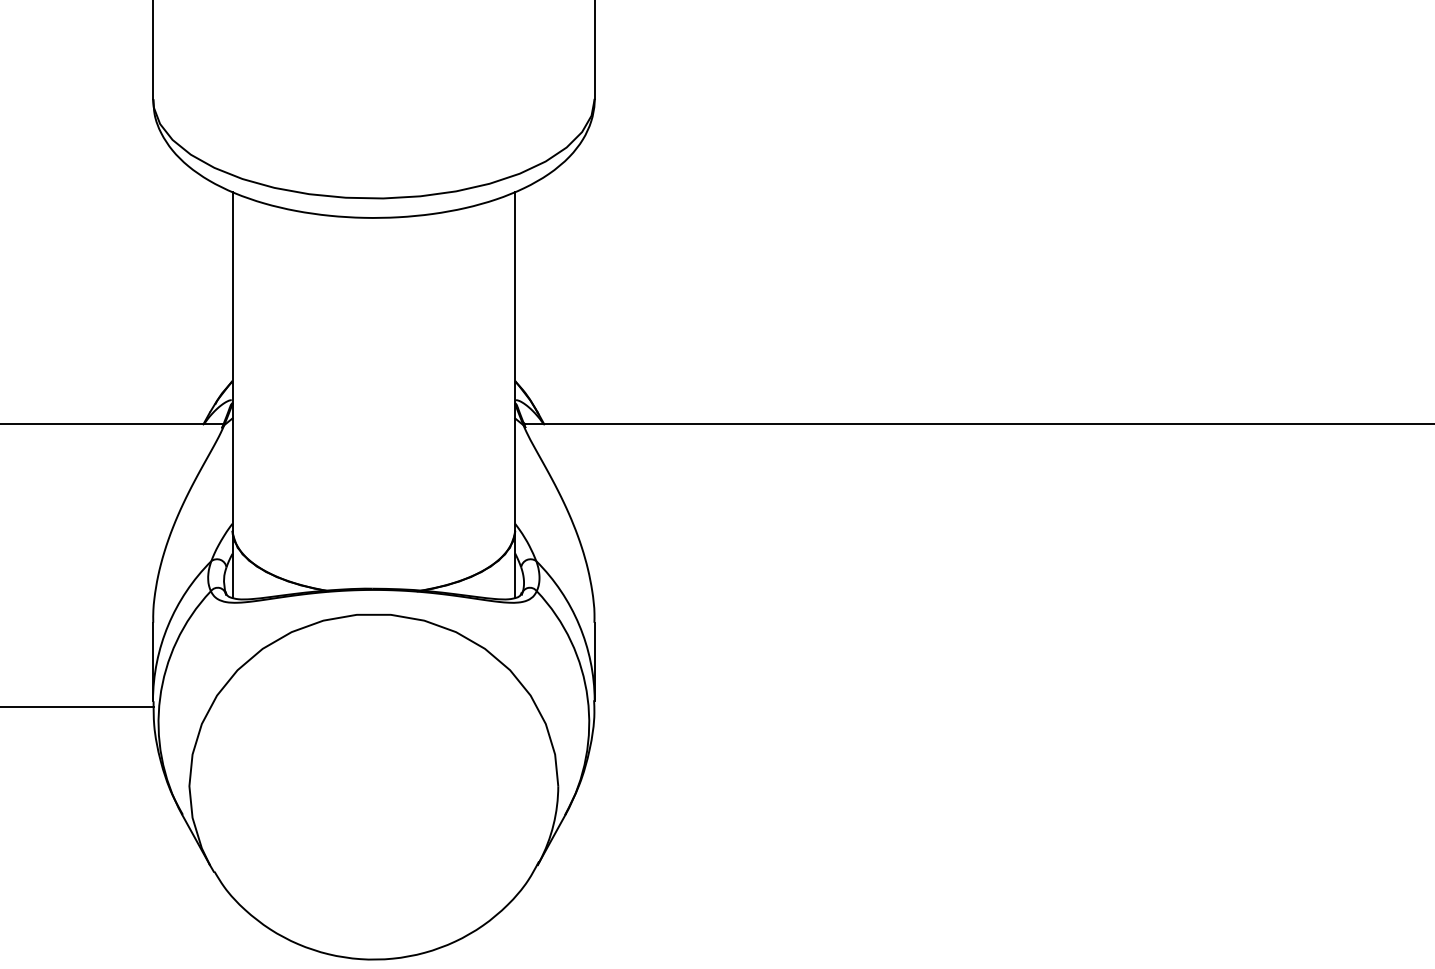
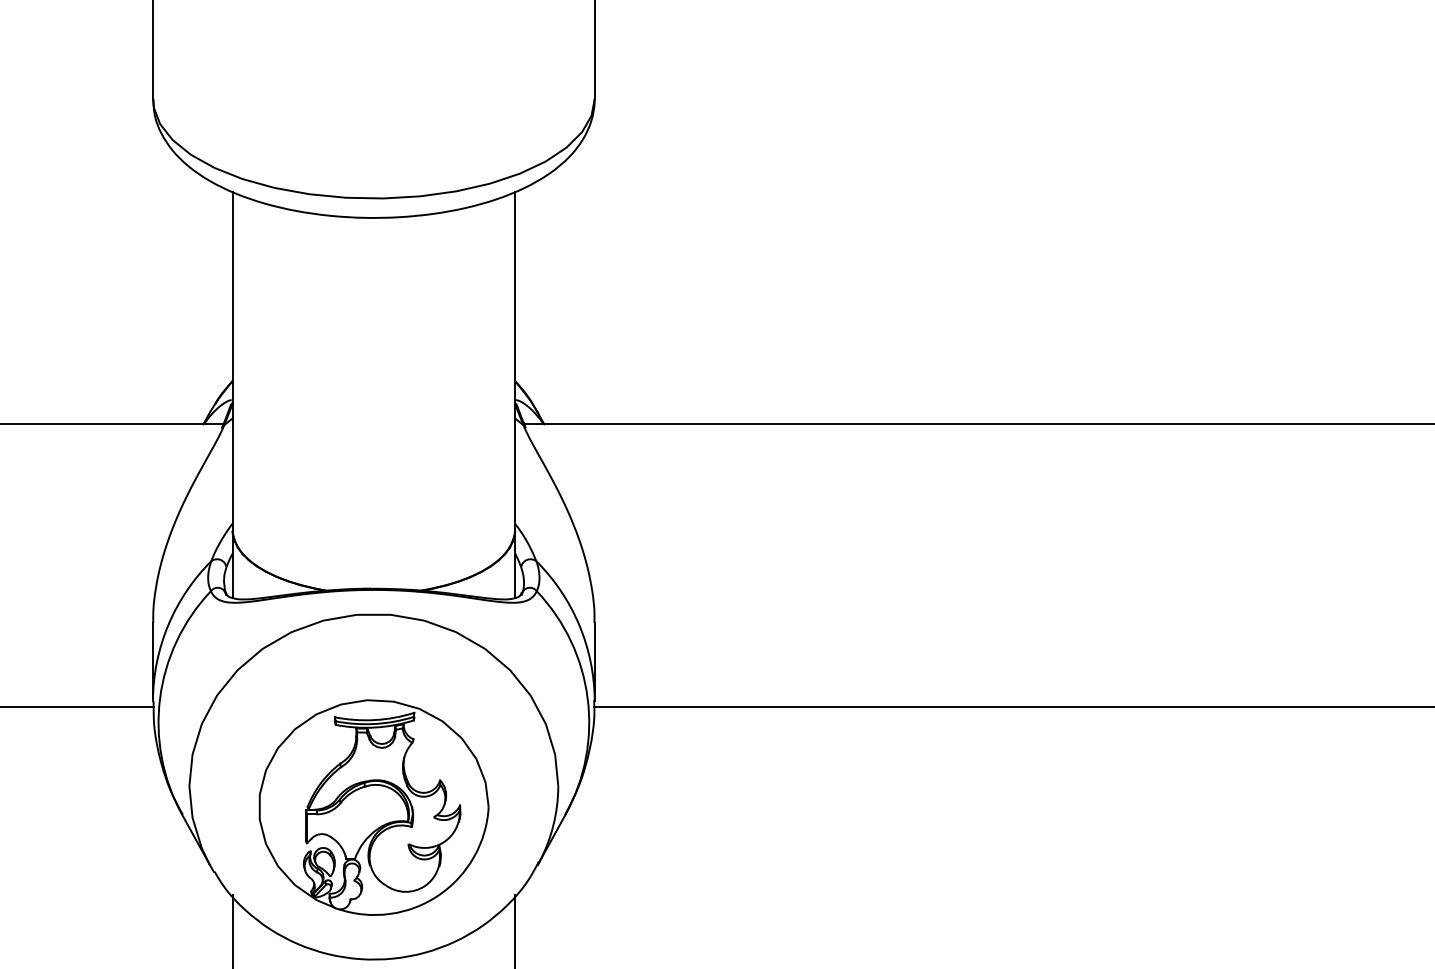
line at (1012, 707): none -> present
part at (373, 807): none -> present
line at (232, 930): none -> present
line at (515, 930): none -> present
